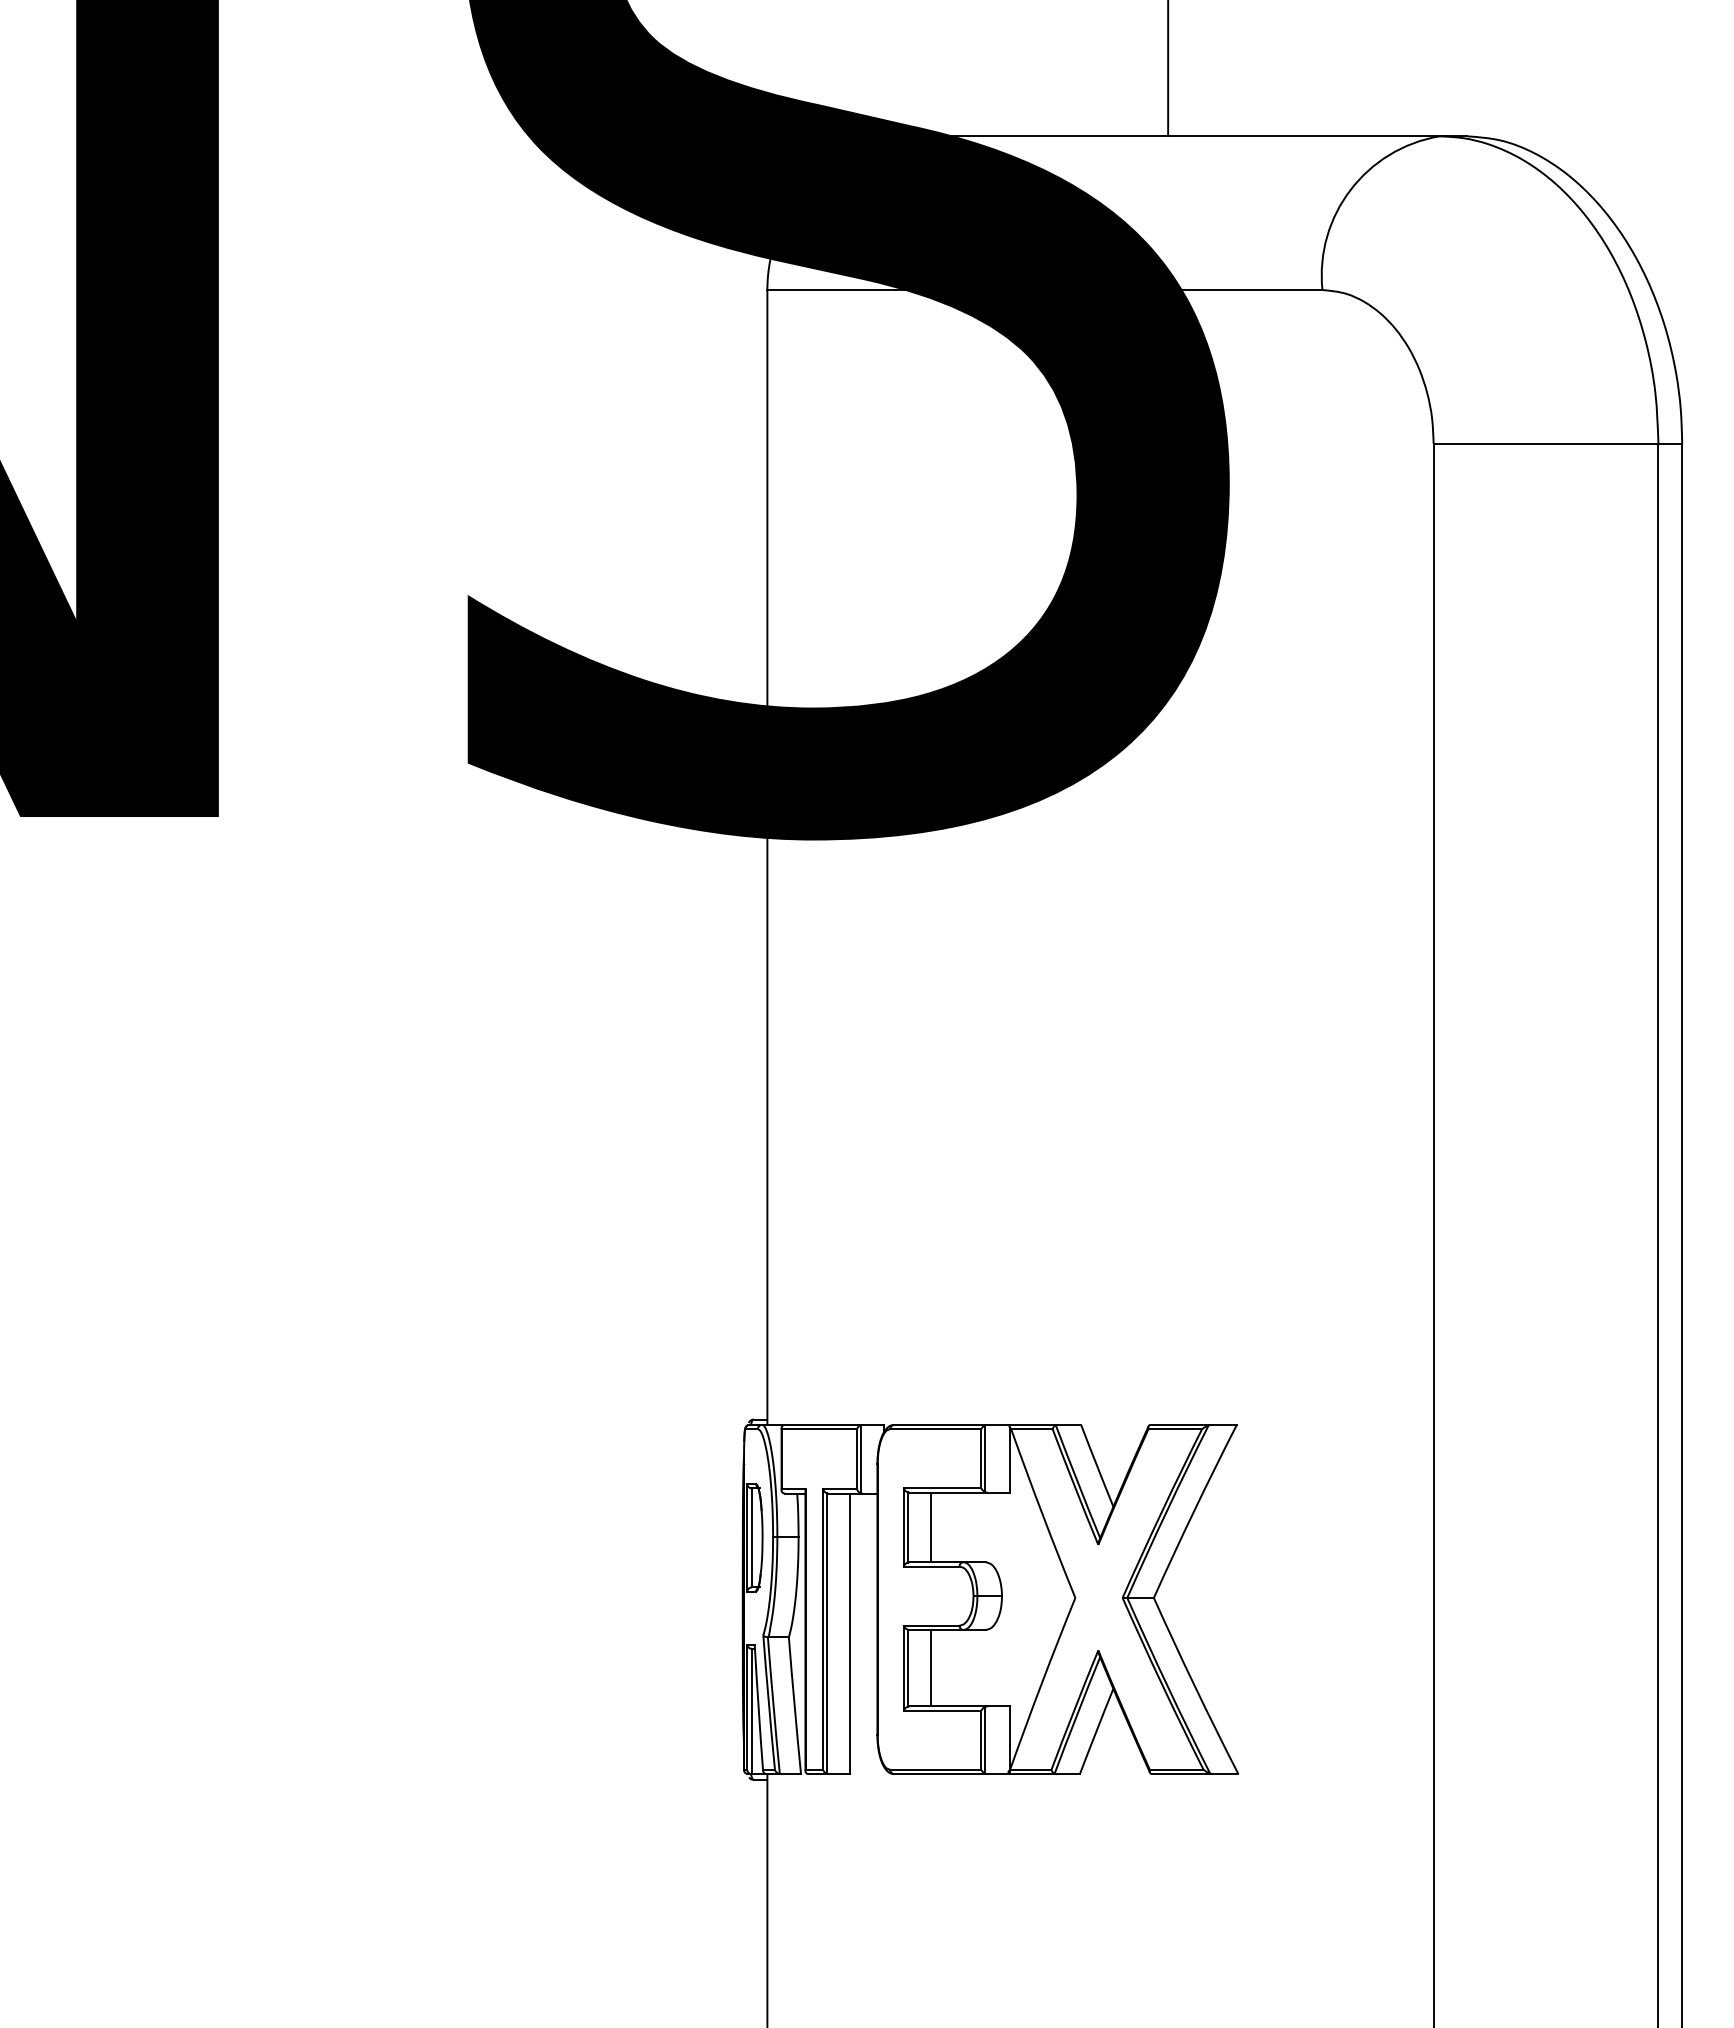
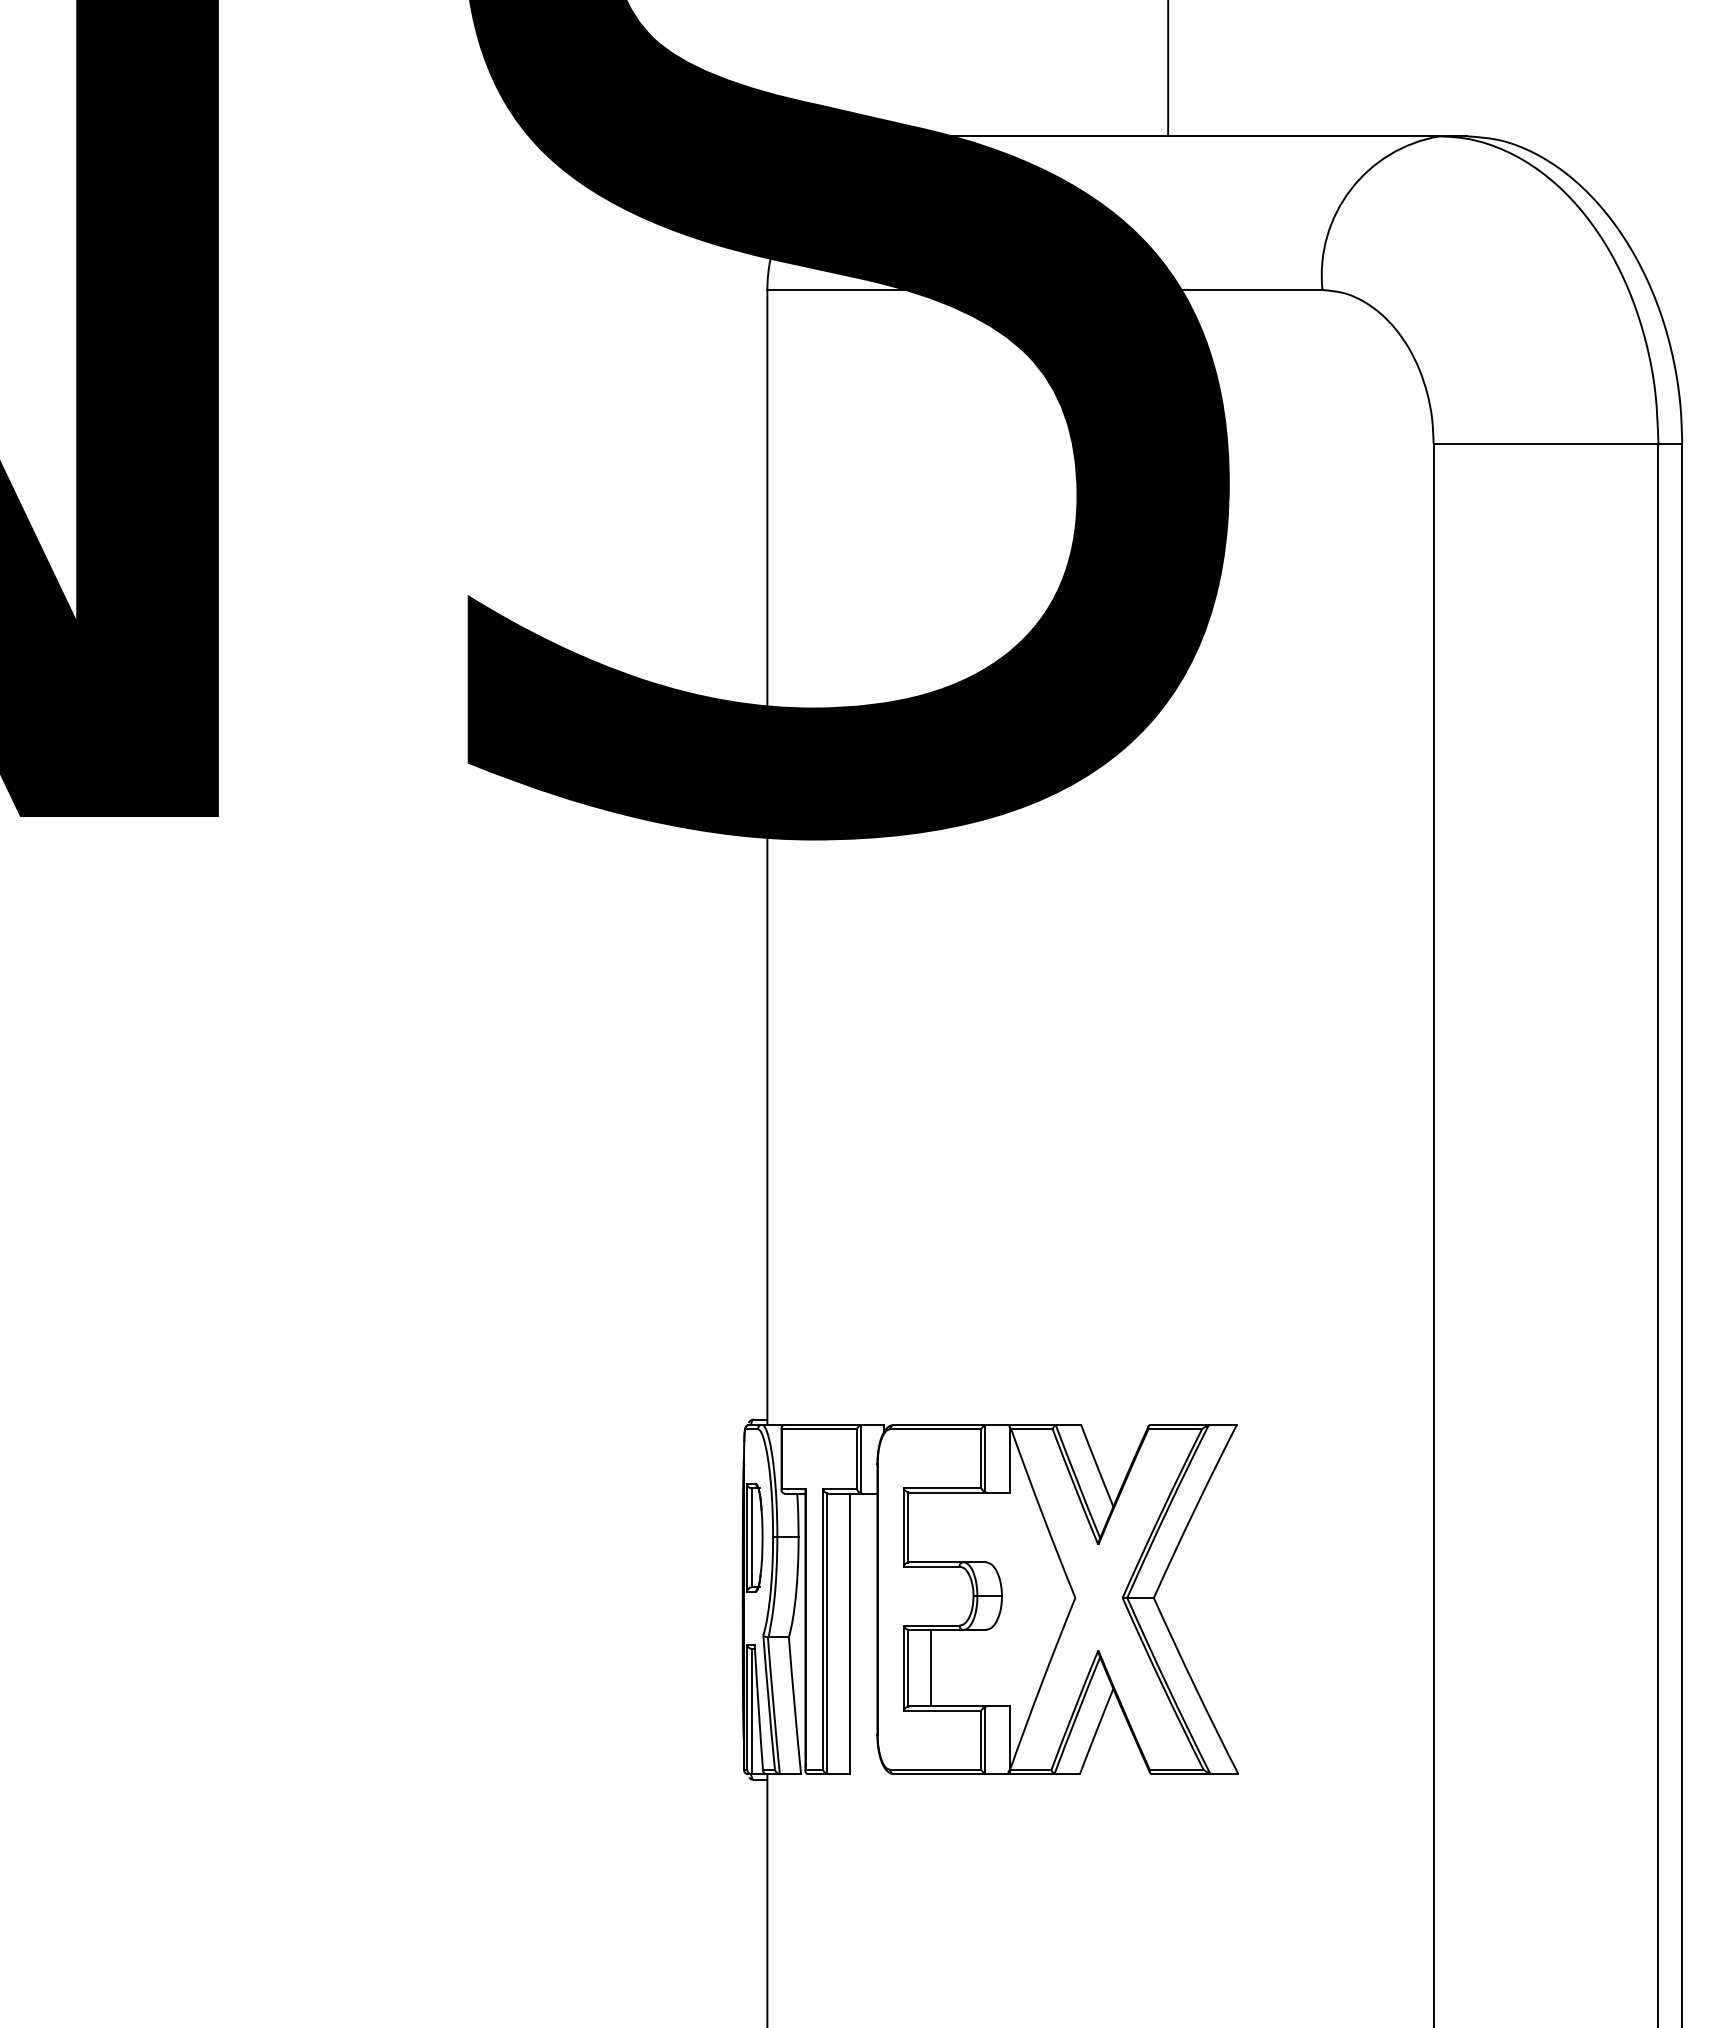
line at (931, 1527): present -> none
